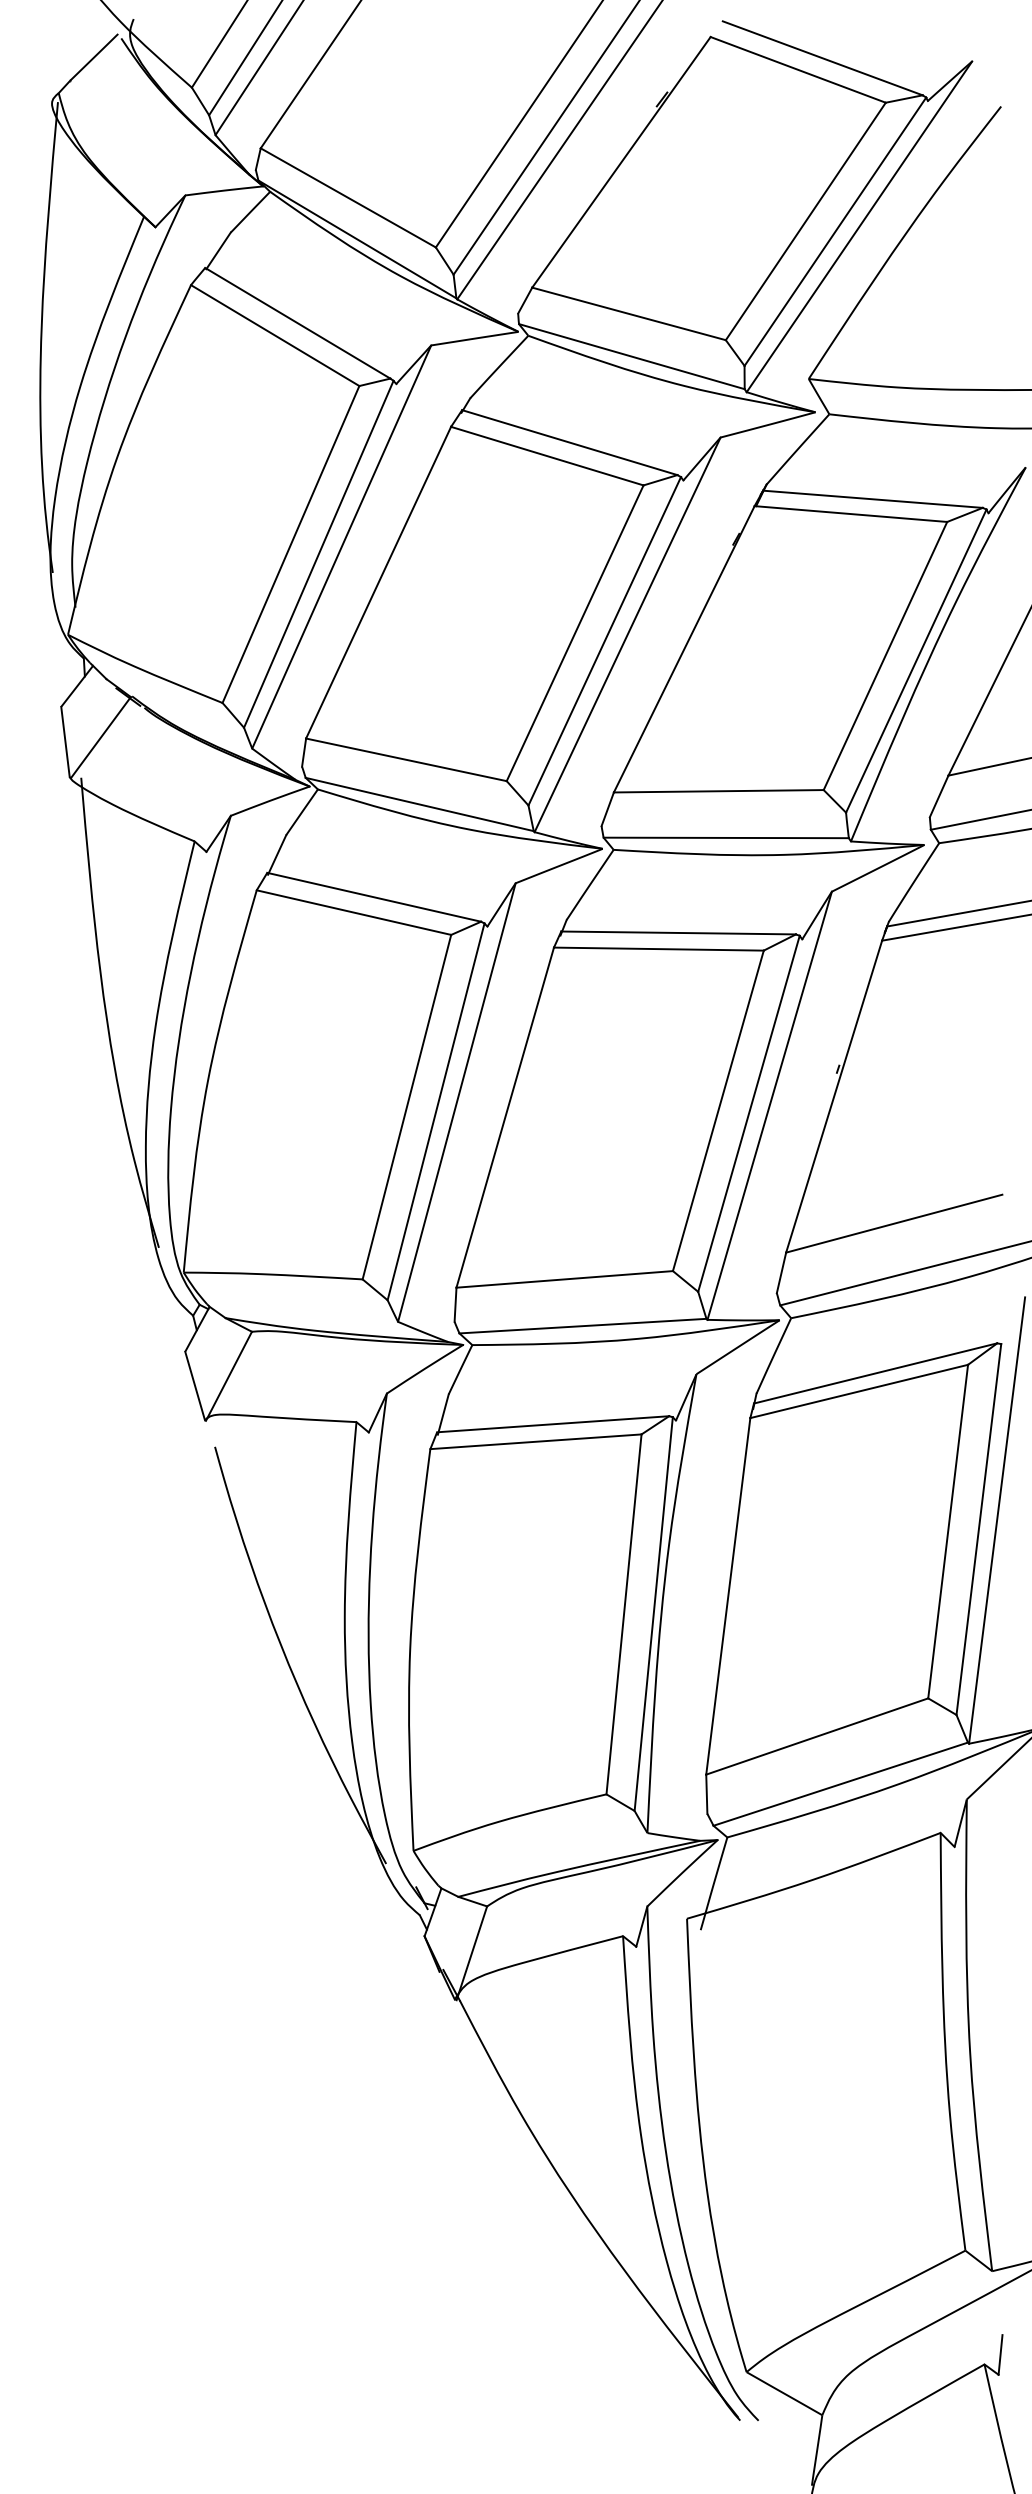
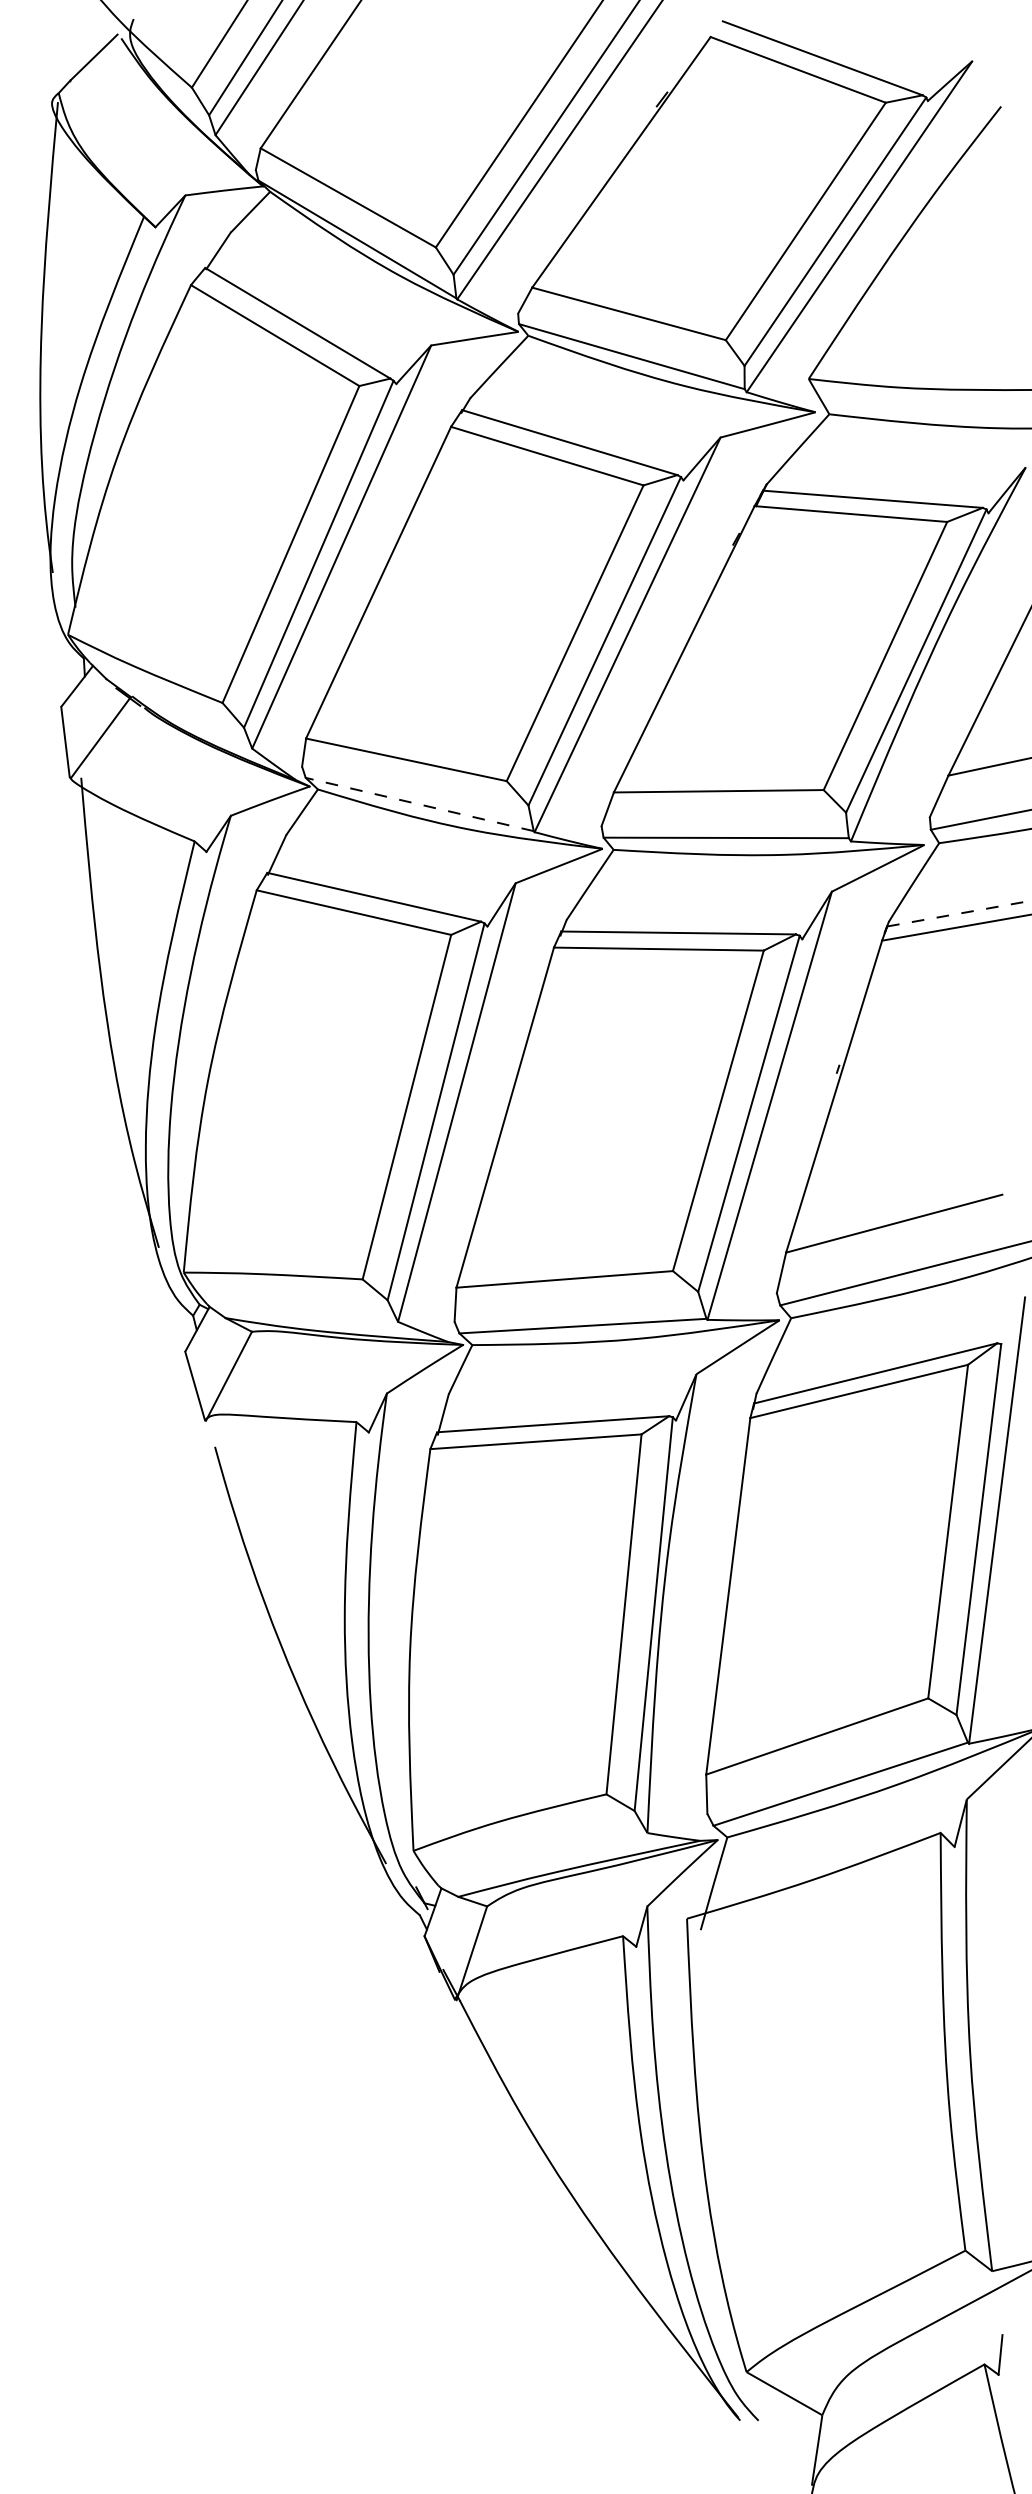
line at (419, 804): solid -> dashed
line at (959, 913): solid -> dashed
